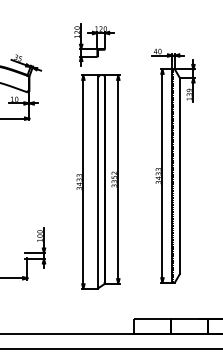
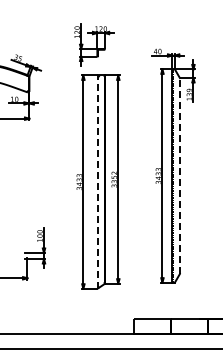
line at (179, 175): solid -> dashed
line at (97, 182): solid -> dashed
